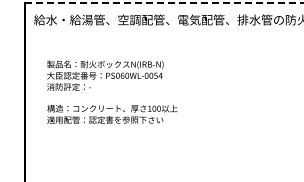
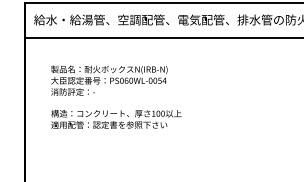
line at (164, 2): dashed -> solid
line at (162, 37): none -> present
text at (112, 91) position: (112, 91) -> (116, 96)
